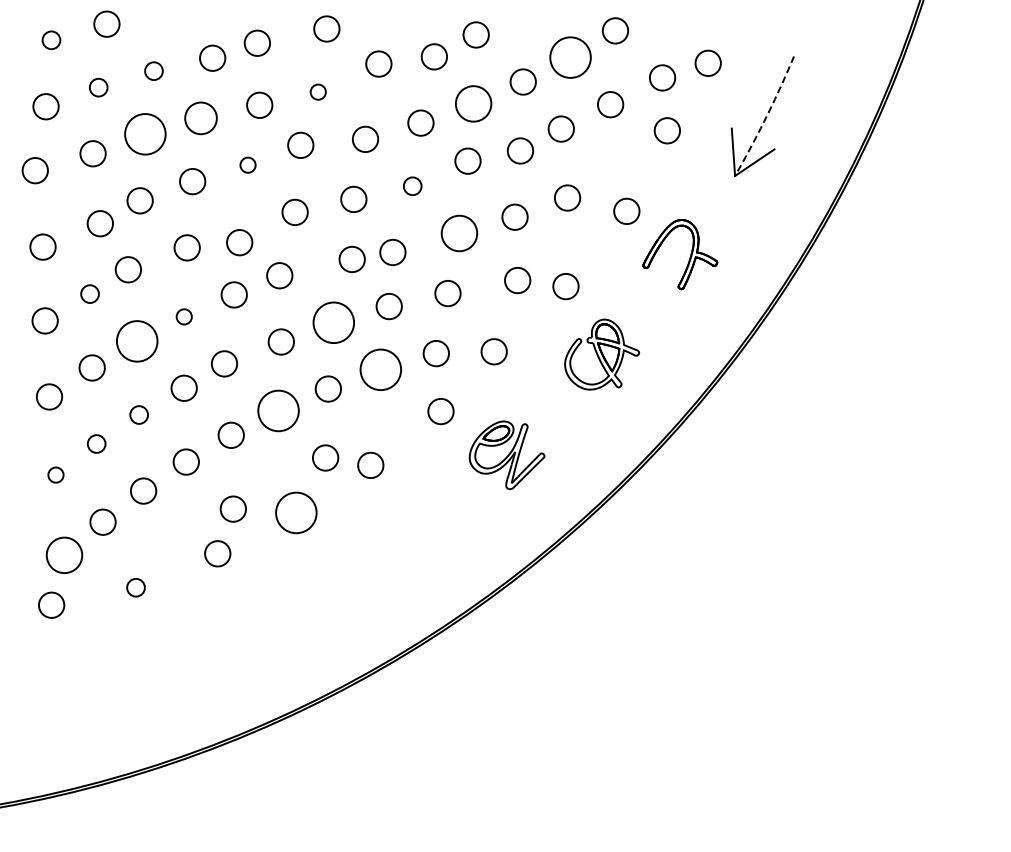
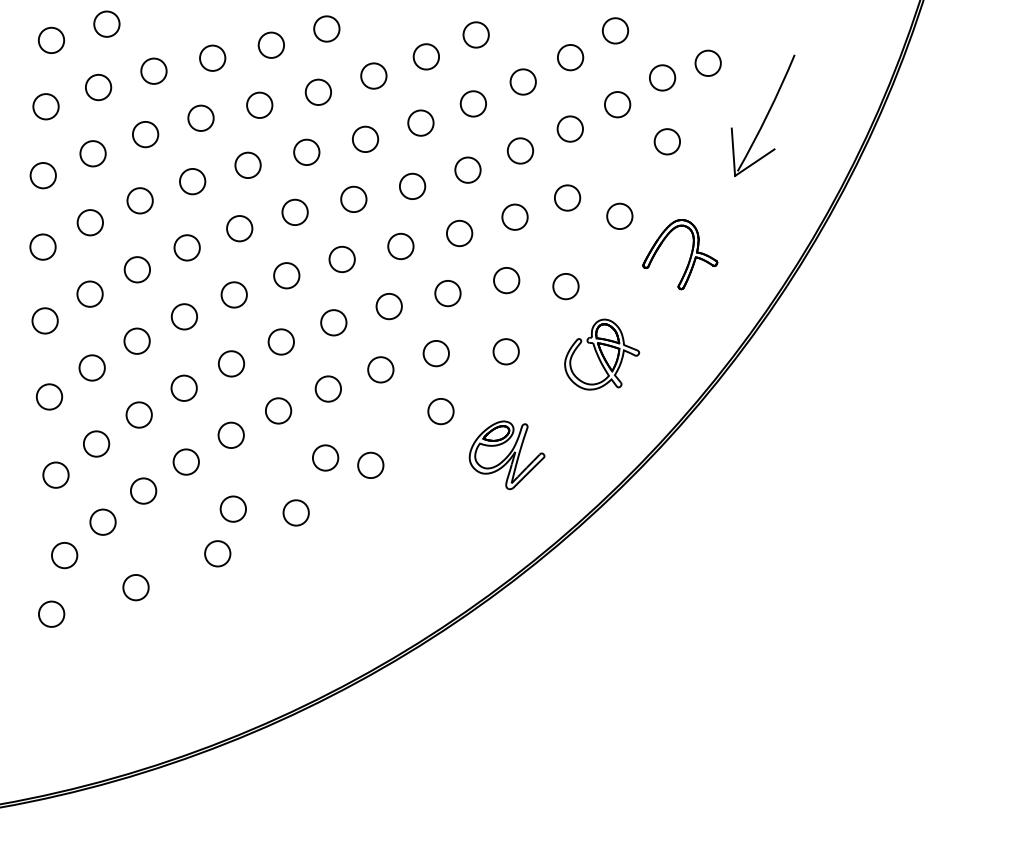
circle at (51, 40) size: 21x21 px -> 29x28 px
circle at (256, 42) position: (256, 42) -> (270, 44)
circle at (433, 56) position: (433, 56) -> (425, 56)
circle at (570, 57) diameter: 41 px -> 25 px
circle at (378, 63) position: (378, 63) -> (373, 75)
circle at (153, 70) size: 20x20 px -> 28x28 px
circle at (98, 87) size: 21x21 px -> 28x28 px
circle at (317, 91) size: 18x18 px -> 28x28 px
circle at (473, 103) size: 38x38 px -> 28x28 px
circle at (610, 104) position: (610, 104) -> (617, 104)
arc at (767, 113): dashed -> solid
circle at (200, 118) size: 34x35 px -> 28x28 px
circle at (560, 128) position: (560, 128) -> (569, 128)
circle at (666, 130) position: (666, 130) -> (666, 141)
circle at (145, 134) size: 43x43 px -> 28x28 px
circle at (300, 144) position: (300, 144) -> (306, 151)
circle at (467, 160) position: (467, 160) -> (467, 169)
circle at (247, 164) size: 18x18 px -> 28x28 px
circle at (34, 170) position: (34, 170) -> (42, 175)
circle at (412, 186) size: 20x21 px -> 28x28 px
circle at (626, 210) position: (626, 210) -> (619, 215)
circle at (99, 223) position: (99, 223) -> (89, 222)
circle at (459, 233) size: 39x39 px -> 28x29 px
circle at (239, 242) position: (239, 242) -> (239, 228)
circle at (392, 251) position: (392, 251) -> (400, 245)
circle at (351, 258) position: (351, 258) -> (341, 258)
circle at (127, 269) position: (127, 269) -> (136, 269)
circle at (279, 275) position: (279, 275) -> (286, 275)
circle at (517, 280) position: (517, 280) -> (506, 280)
circle at (89, 293) size: 20x20 px -> 28x28 px
circle at (183, 316) size: 18x18 px -> 28x28 px
circle at (333, 322) diameter: 41 px -> 25 px
circle at (137, 341) size: 43x43 px -> 28x28 px
circle at (493, 351) position: (493, 351) -> (505, 351)
circle at (224, 363) position: (224, 363) -> (231, 363)
circle at (380, 369) diameter: 41 px -> 25 px
circle at (278, 410) diameter: 41 px -> 25 px
circle at (138, 414) size: 20x20 px -> 28x28 px
circle at (96, 443) size: 20x20 px -> 28x28 px
circle at (55, 474) size: 18x18 px -> 28x28 px
circle at (296, 512) size: 43x44 px -> 28x28 px
circle at (64, 554) size: 39x38 px -> 28x28 px
circle at (135, 587) size: 20x20 px -> 28x28 px
circle at (51, 604) position: (51, 604) -> (51, 613)
